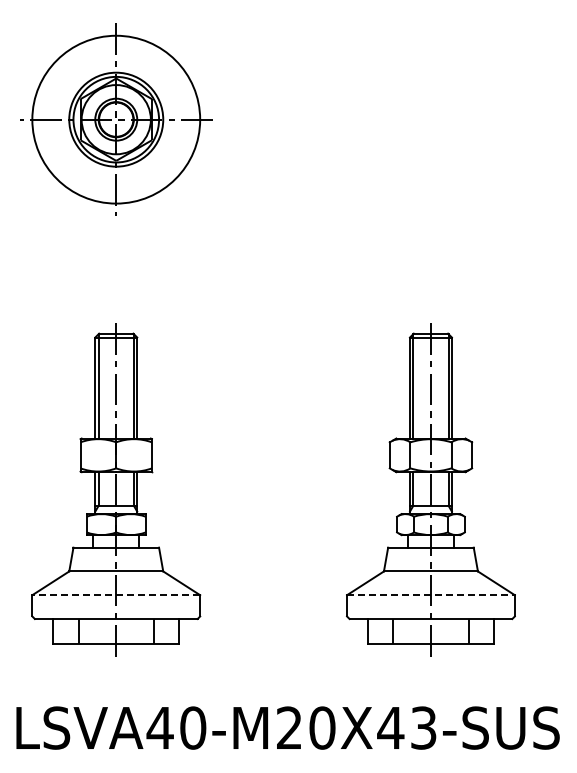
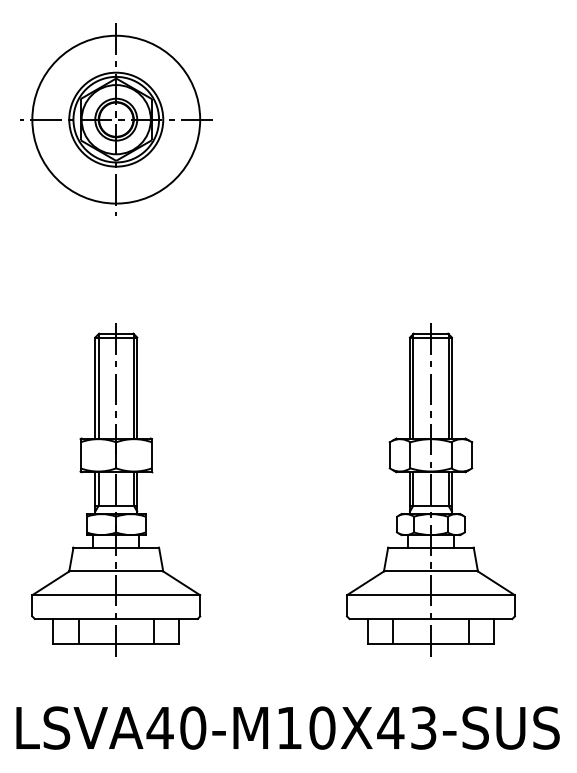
line at (116, 595): dashed -> solid
line at (430, 595): dashed -> solid
text at (289, 727): LSVA40-M20X43-SUS -> LSVA40-M10X43-SUS
